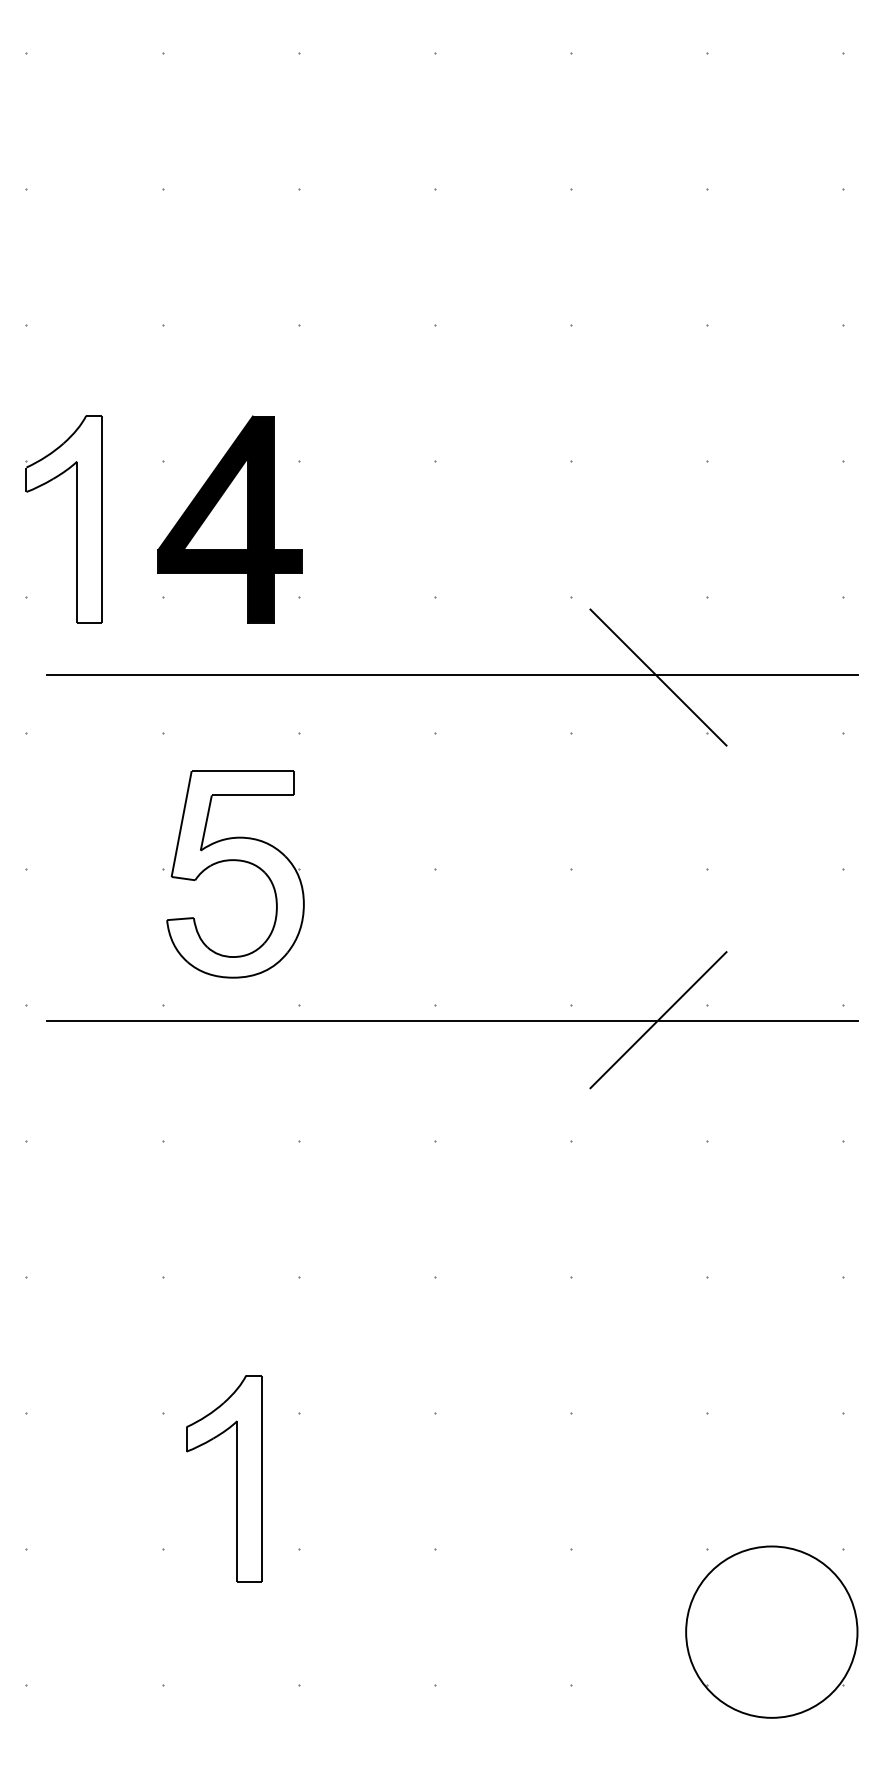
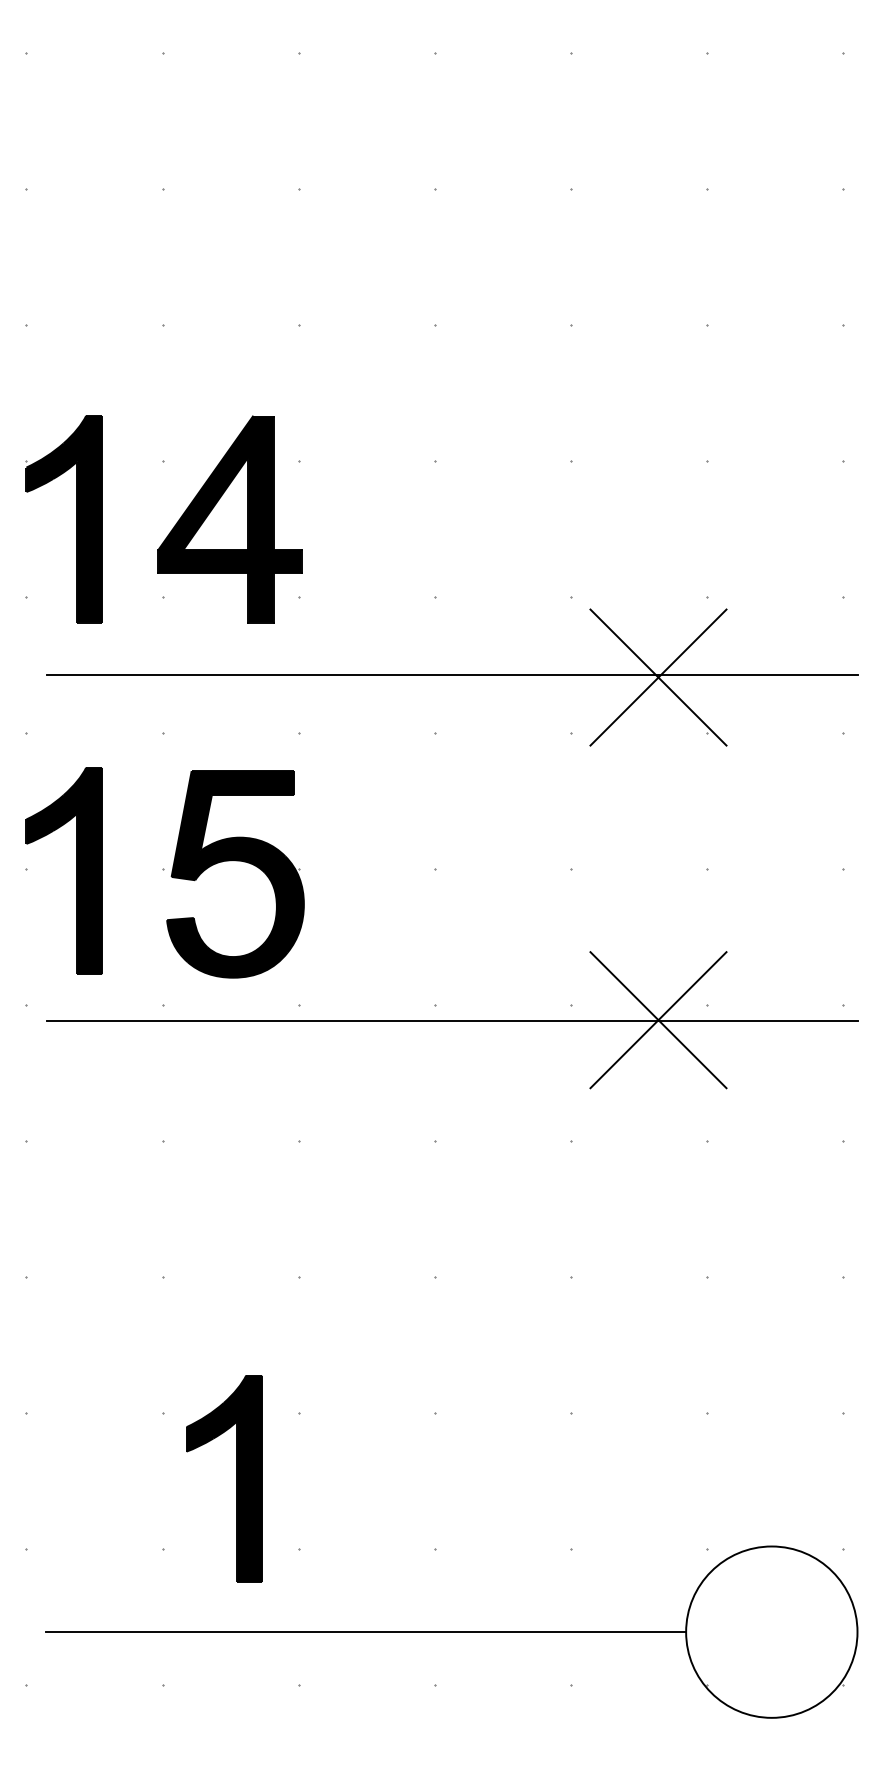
fill at (64, 518): none -> present
line at (658, 677): none -> present
part at (76, 870): none -> present
fill at (235, 874): none -> present
line at (658, 1020): none -> present
fill at (224, 1478): none -> present
line at (366, 1632): none -> present
